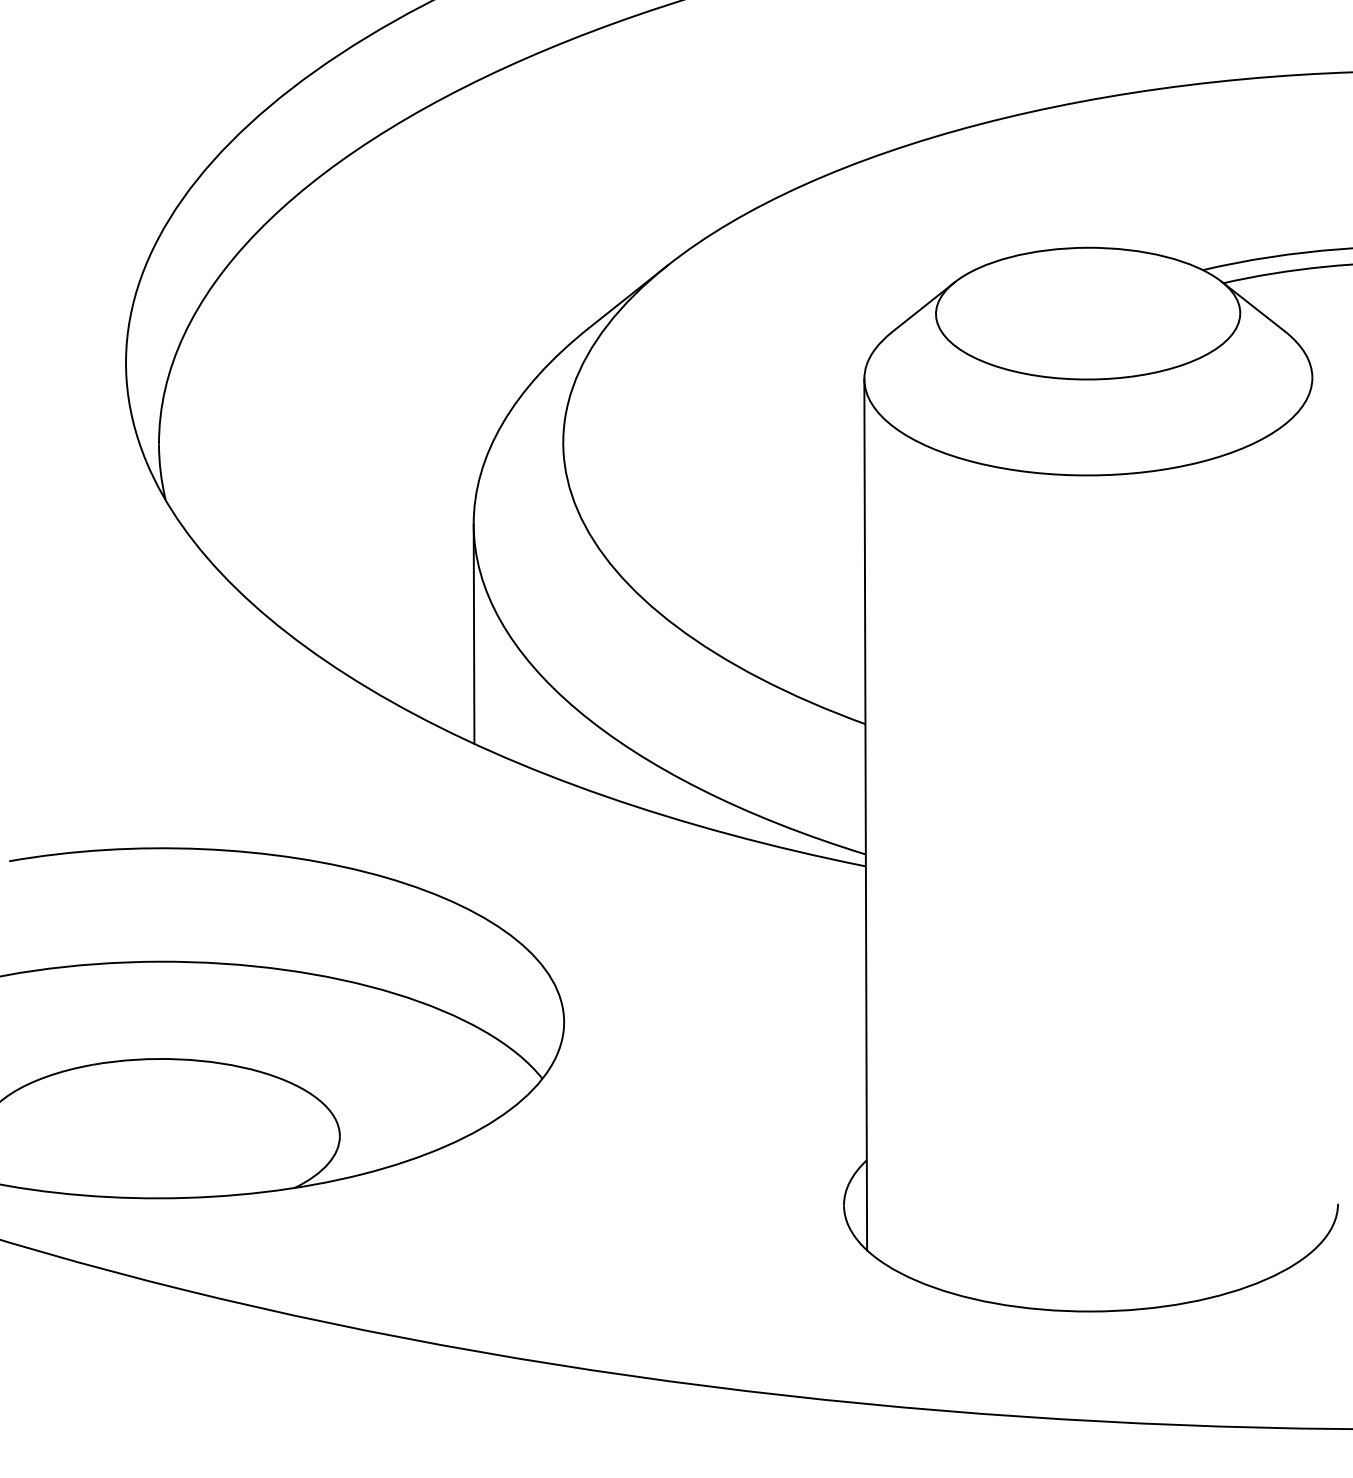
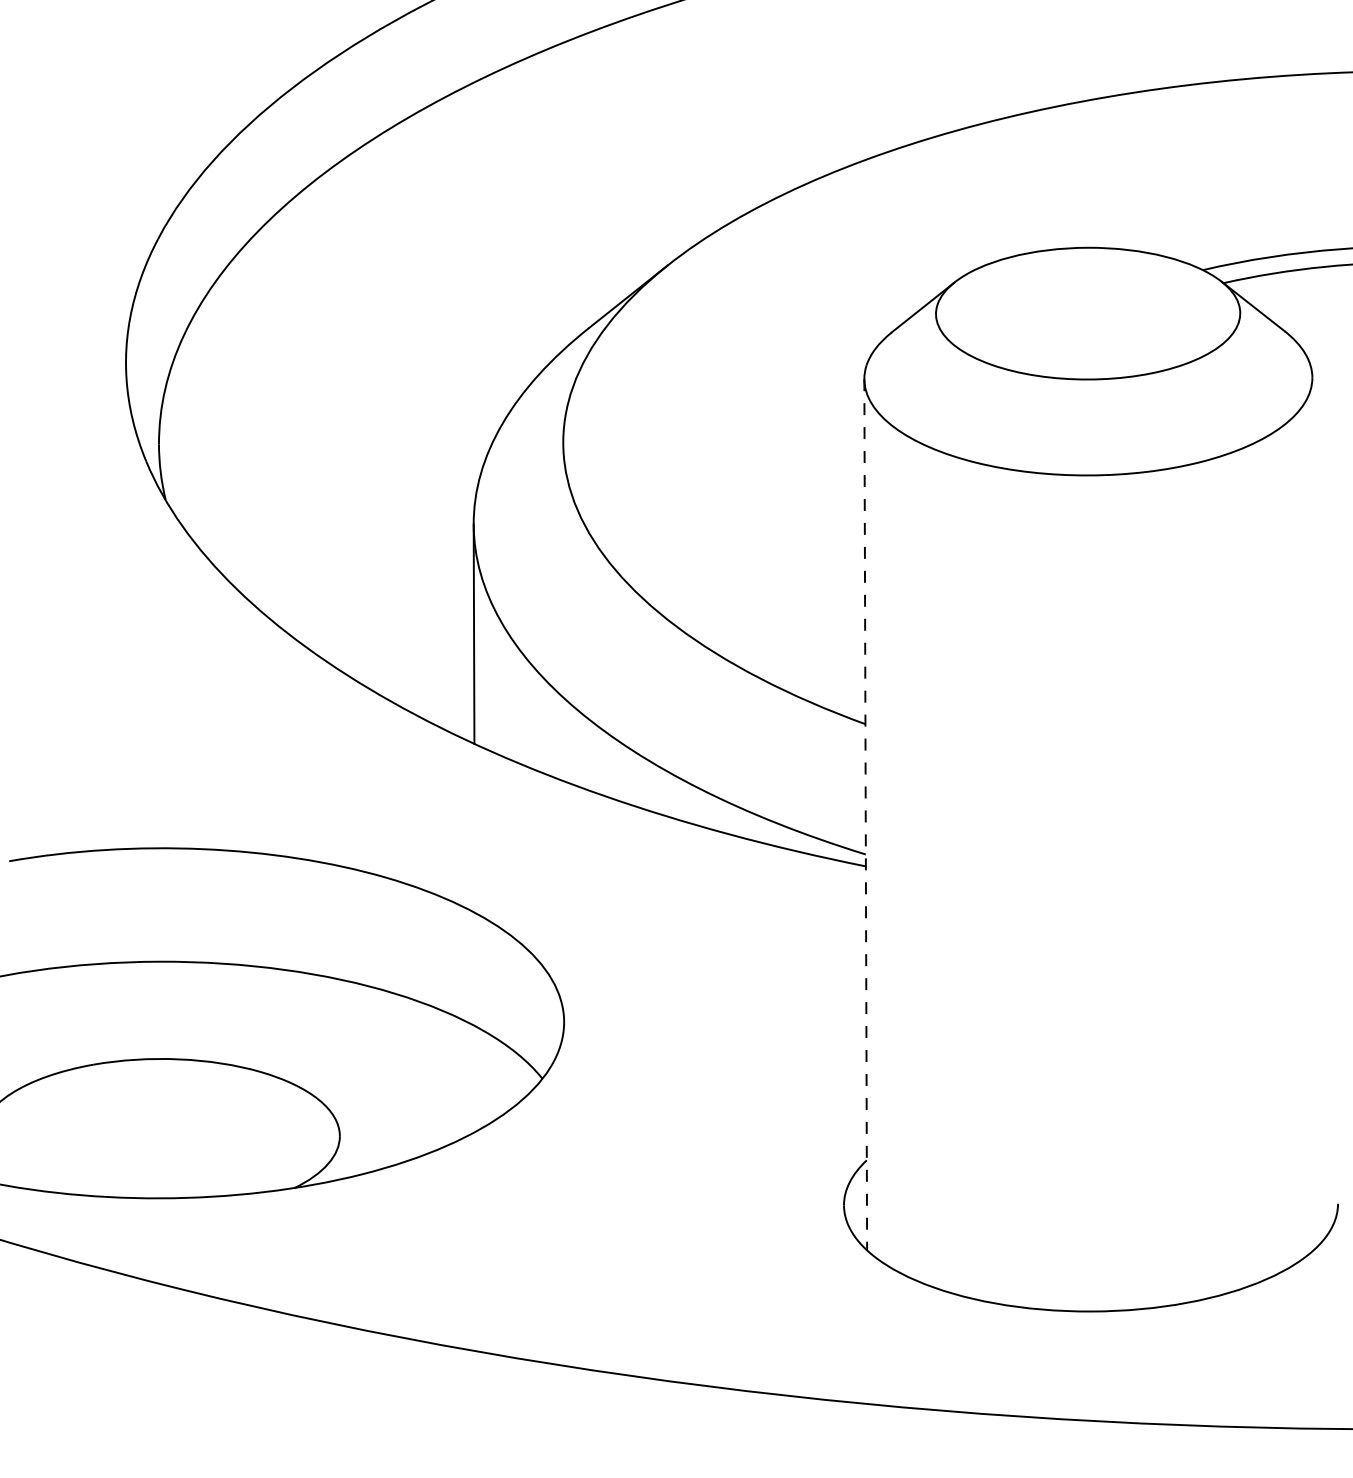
line at (865, 814): solid -> dashed
